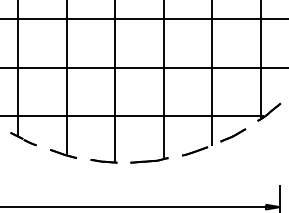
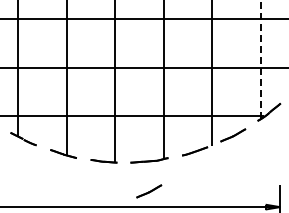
line at (260, 59): solid -> dashed
line at (149, 191): none -> present
